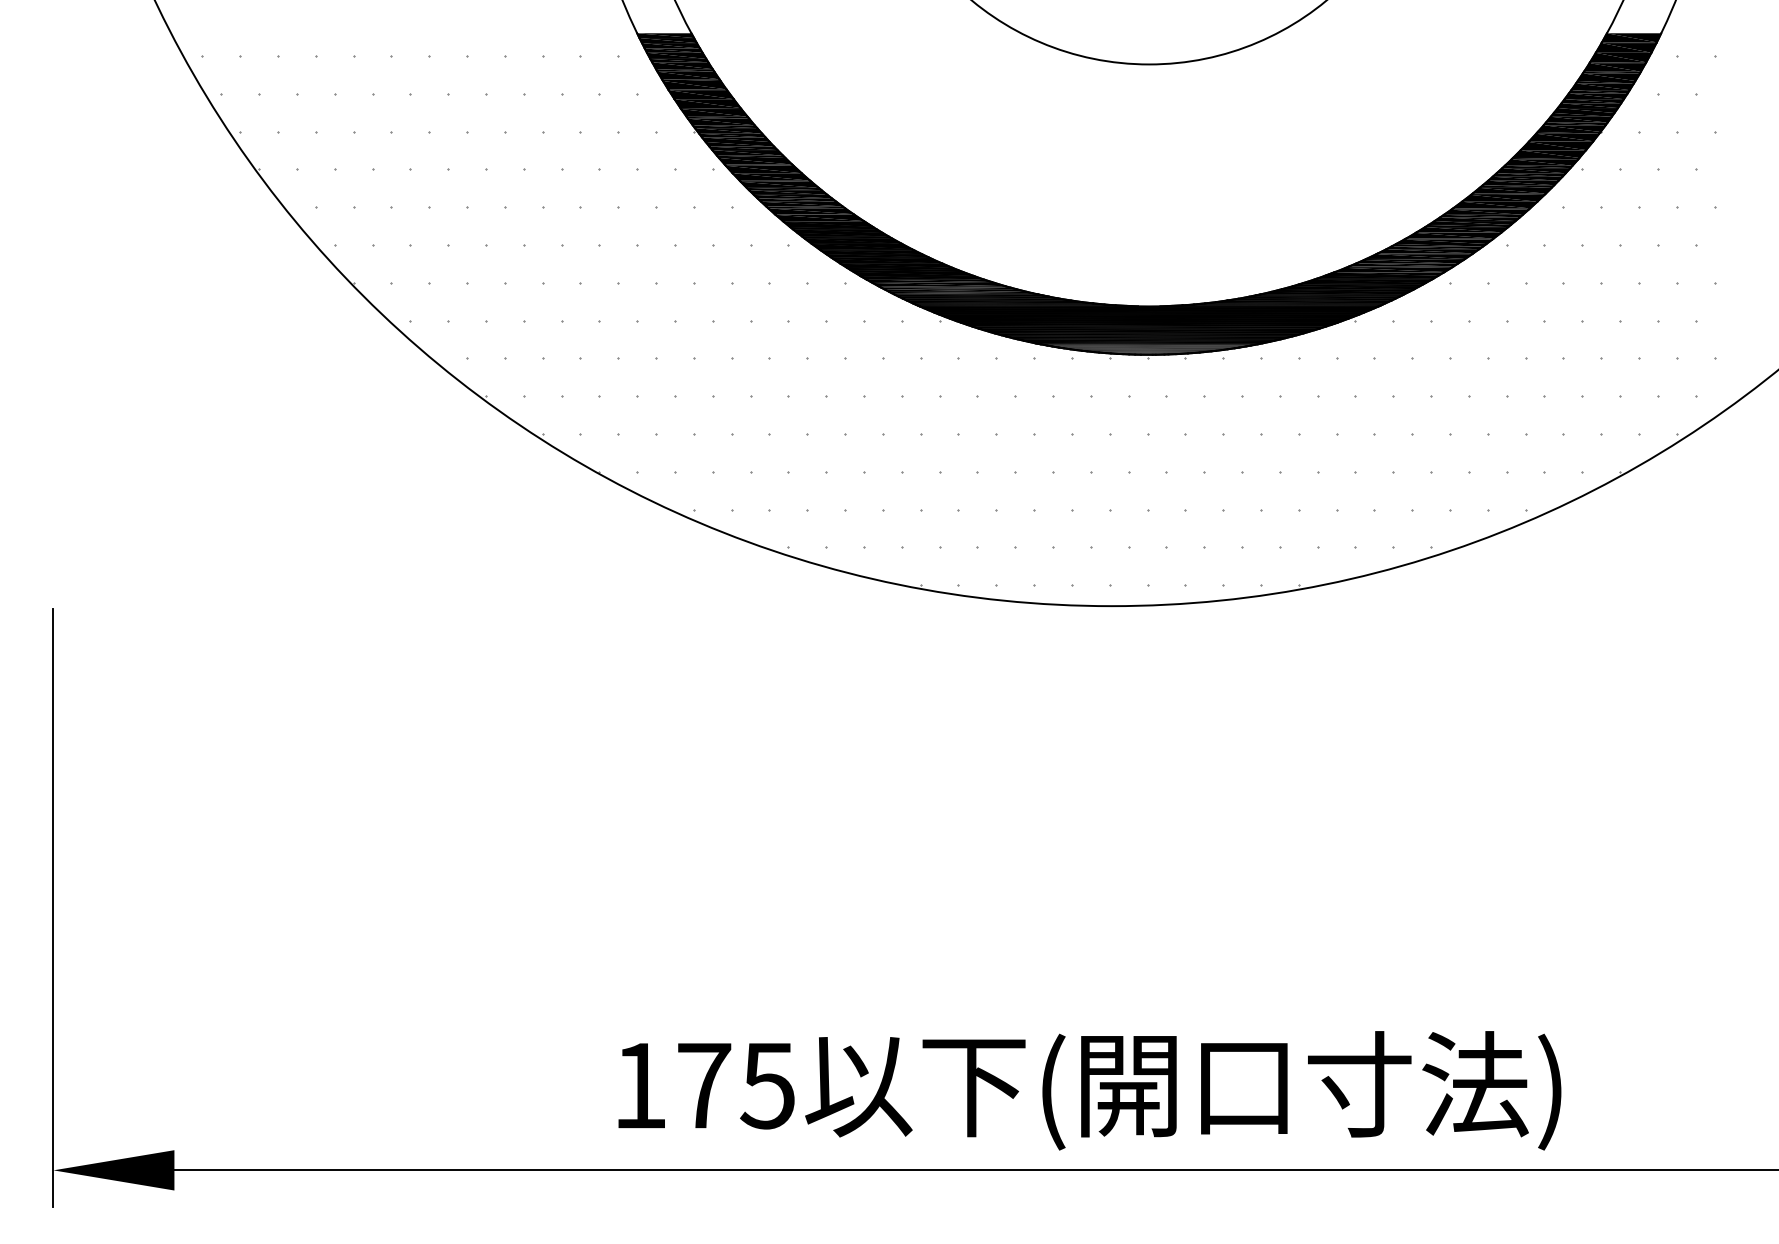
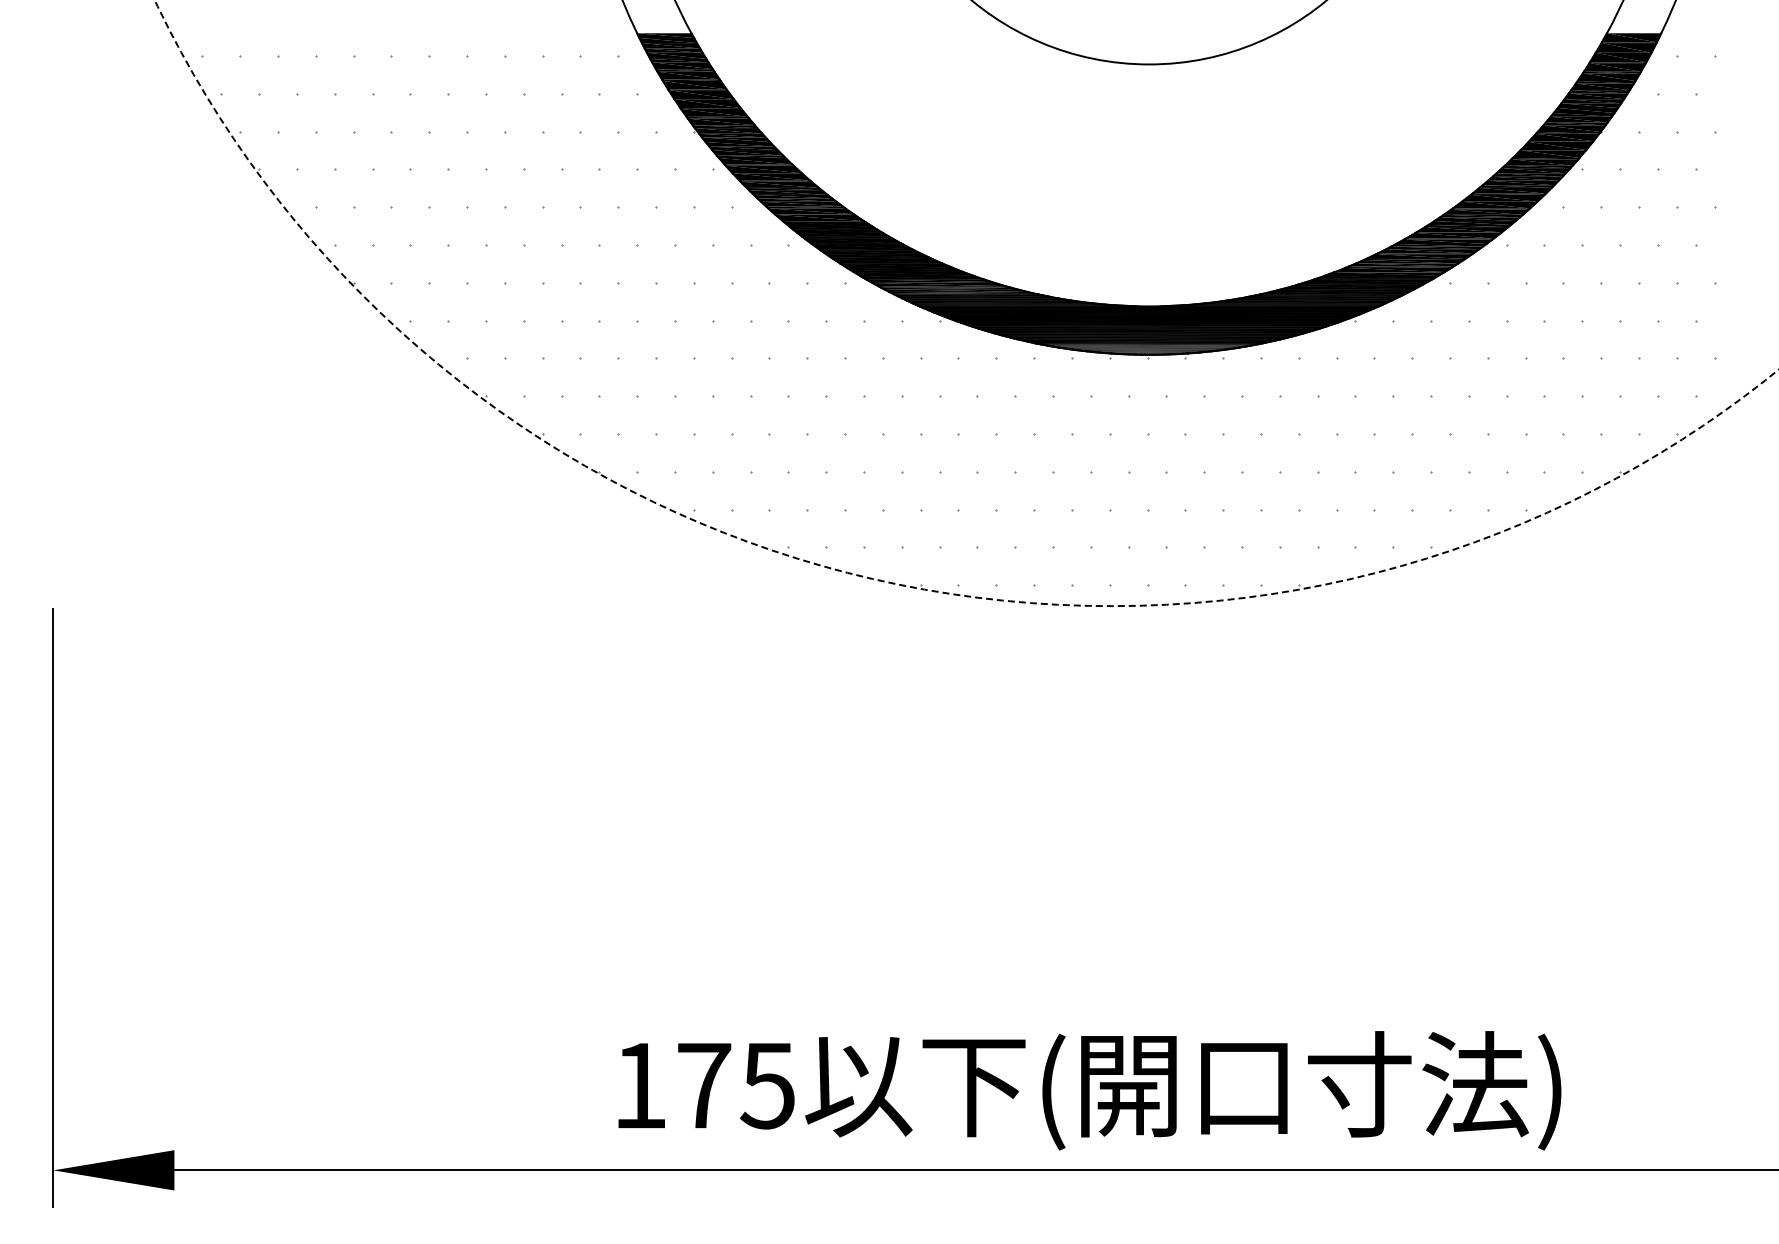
circle at (966, 303): solid -> dashed
